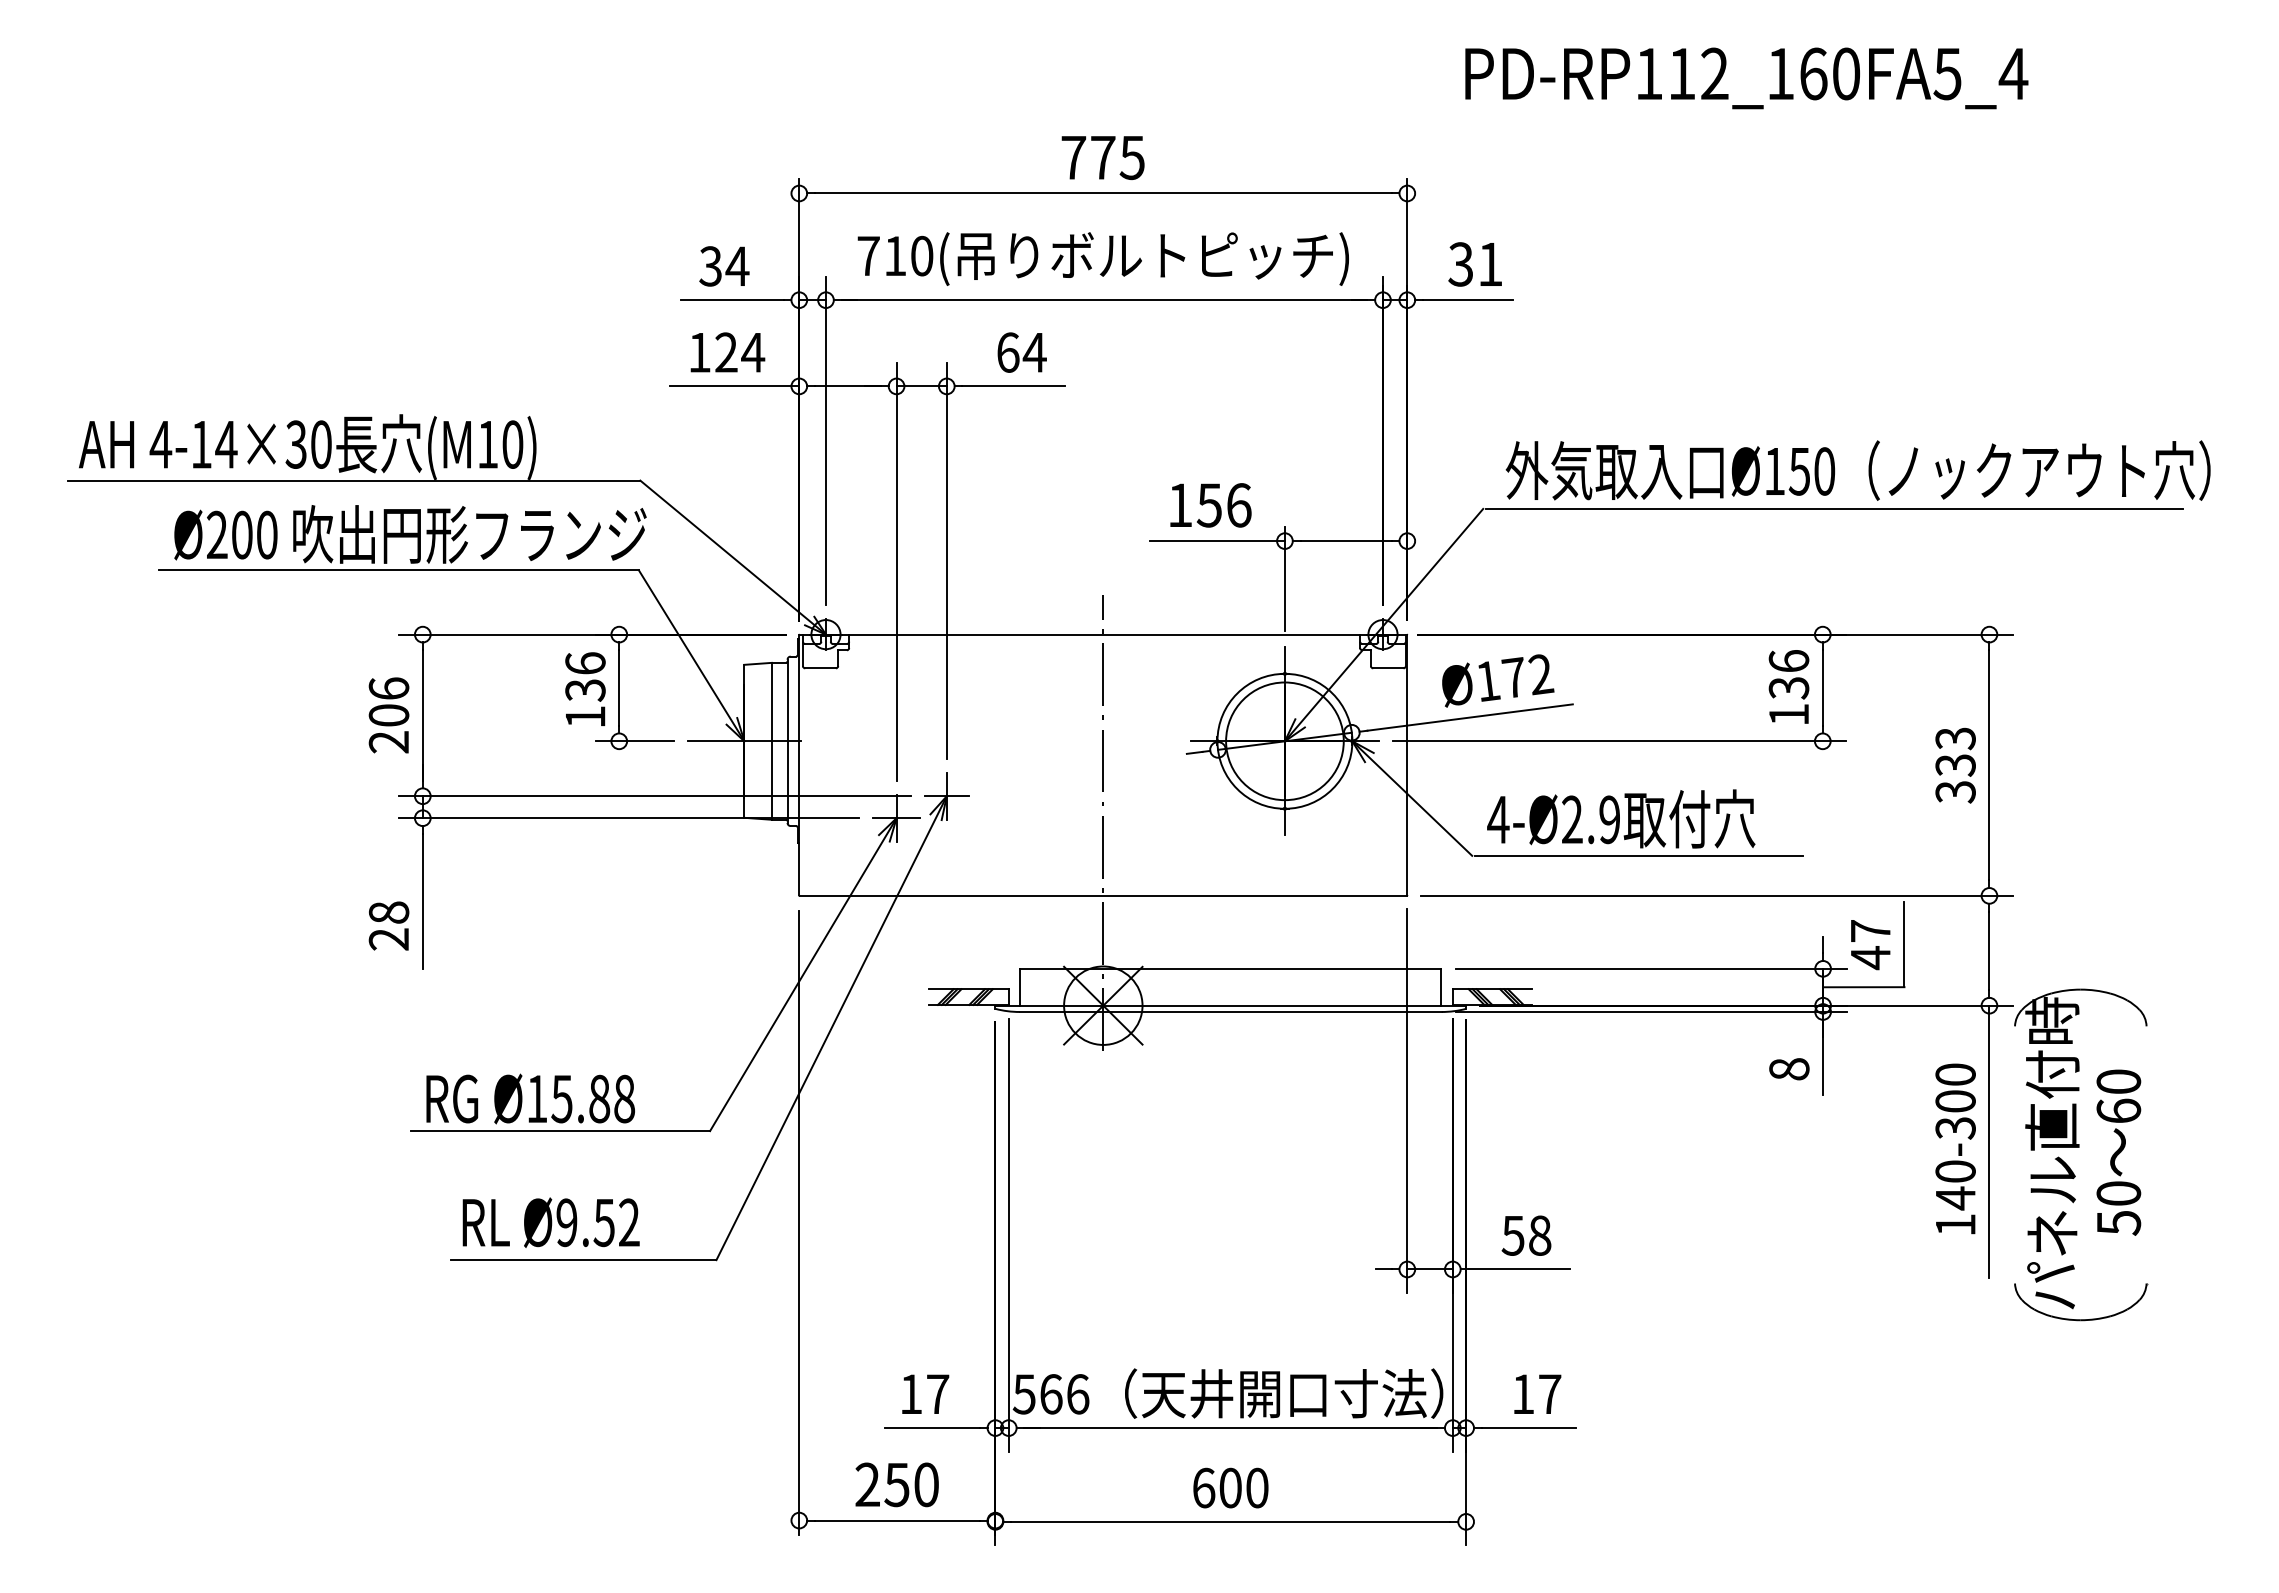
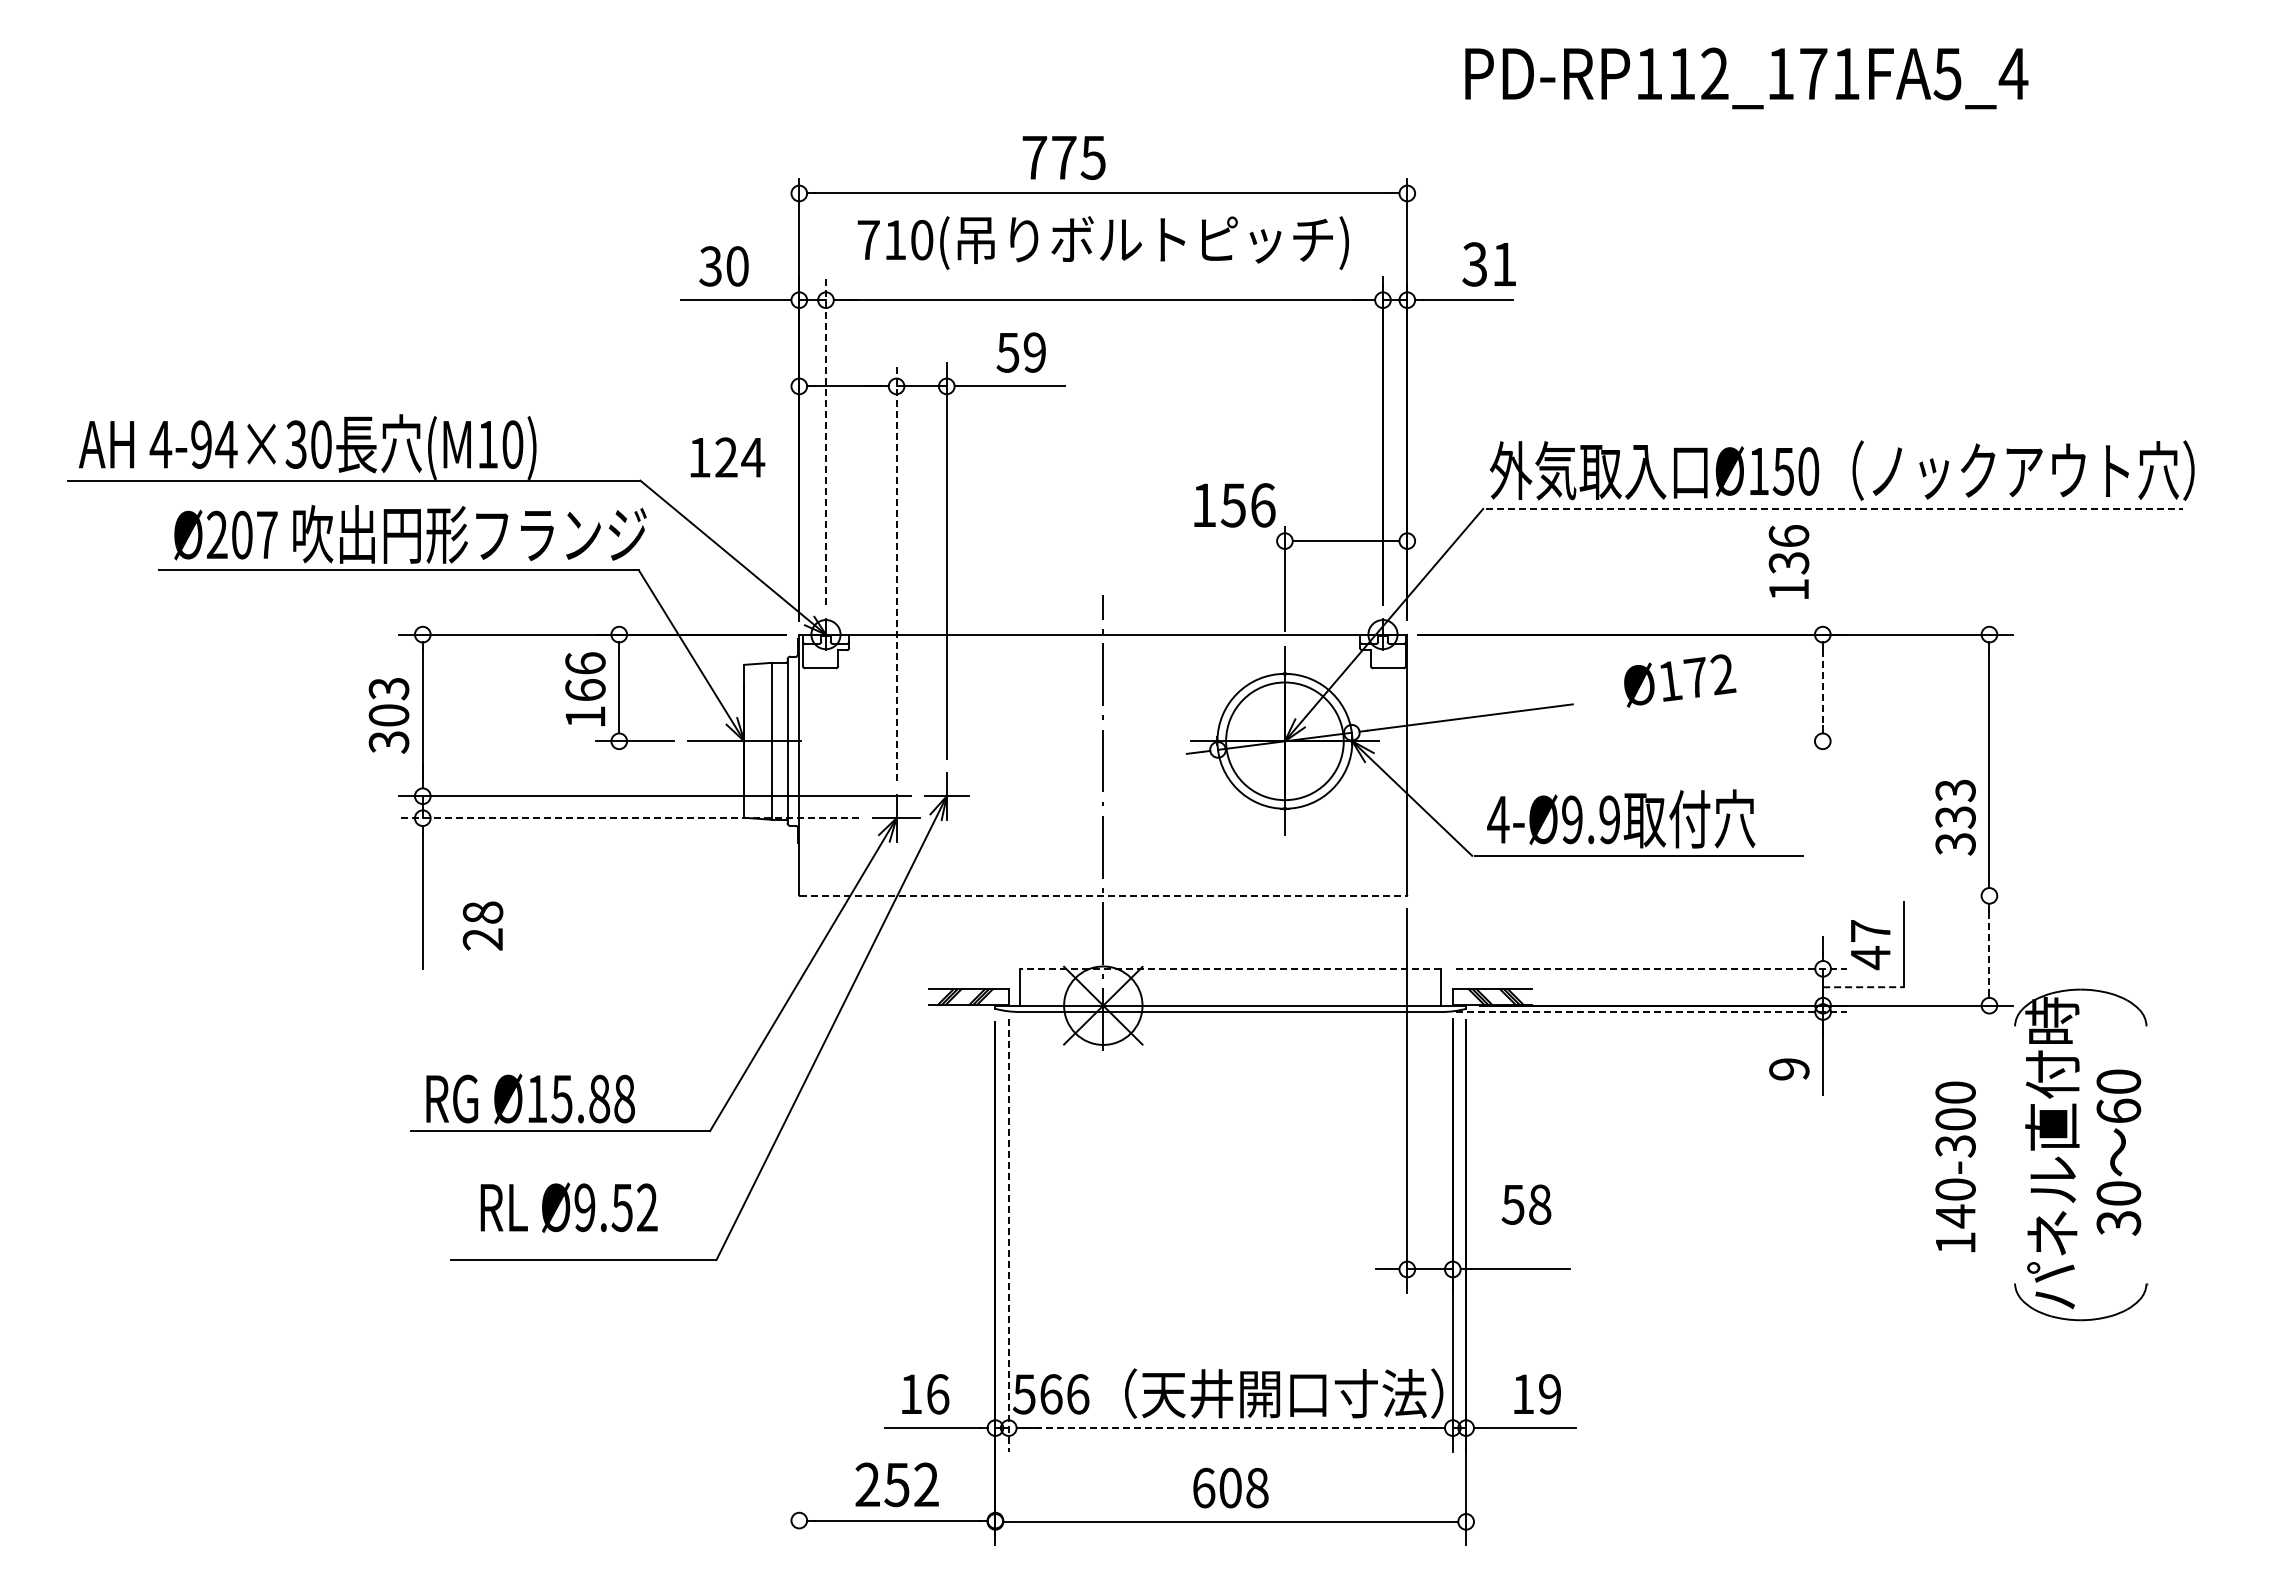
text at (1830, 73): PD-RP112_160FA5_4 -> PD-RP112_171FA5_4
text at (1102, 157) position: (1102, 157) -> (1063, 157)
text at (1102, 258) position: (1102, 258) -> (1102, 242)
text at (1474, 264) position: (1474, 264) -> (1488, 264)
text at (737, 266): 34 -> 30
text at (727, 352) position: (727, 352) -> (727, 457)
text at (1021, 352): 64 -> 59
line at (734, 386): present -> none
line at (825, 440): solid -> dashed
text at (201, 444): 4-14×30 -> 4-94×30
text at (1857, 470) position: (1857, 470) -> (1841, 470)
text at (1210, 505) position: (1210, 505) -> (1234, 505)
line at (1834, 508): solid -> dashed
text at (267, 534): Ø200 -> Ø207
line at (1217, 541): present -> none
line at (896, 571): solid -> dashed
text at (1498, 680) position: (1498, 680) -> (1680, 680)
text at (1788, 686) position: (1788, 686) -> (1788, 561)
line at (1822, 687): solid -> dashed
text at (585, 690): 136 -> 166
text at (388, 715): 206 -> 303
line at (1619, 741): present -> none
text at (1955, 765) position: (1955, 765) -> (1955, 817)
line at (629, 818): solid -> dashed
text at (1572, 820): 4-Ø2.9 -> 4-Ø9.9
line at (1103, 895): solid -> dashed
line at (1716, 895): present -> none
text at (388, 925) position: (388, 925) -> (482, 925)
line at (1989, 951): solid -> dashed
line at (1230, 968): solid -> dashed
line at (1651, 968): solid -> dashed
line at (1863, 987): solid -> dashed
line at (1651, 1011): solid -> dashed
text at (1789, 1069): 8 -> 9
line at (1989, 1141): present -> none
text at (1955, 1148) position: (1955, 1148) -> (1955, 1166)
text at (550, 1222) position: (550, 1222) -> (568, 1207)
line at (799, 1222): present -> none
text at (2118, 1223): 50 -> 30
line at (1008, 1235): solid -> dashed
text at (1526, 1235) position: (1526, 1235) -> (1526, 1204)
text at (938, 1394): 17 -> 16
text at (1550, 1394): 17 -> 19
line at (1231, 1428): solid -> dashed
text at (926, 1484): 250 -> 252
text at (1257, 1487): 600 -> 608
